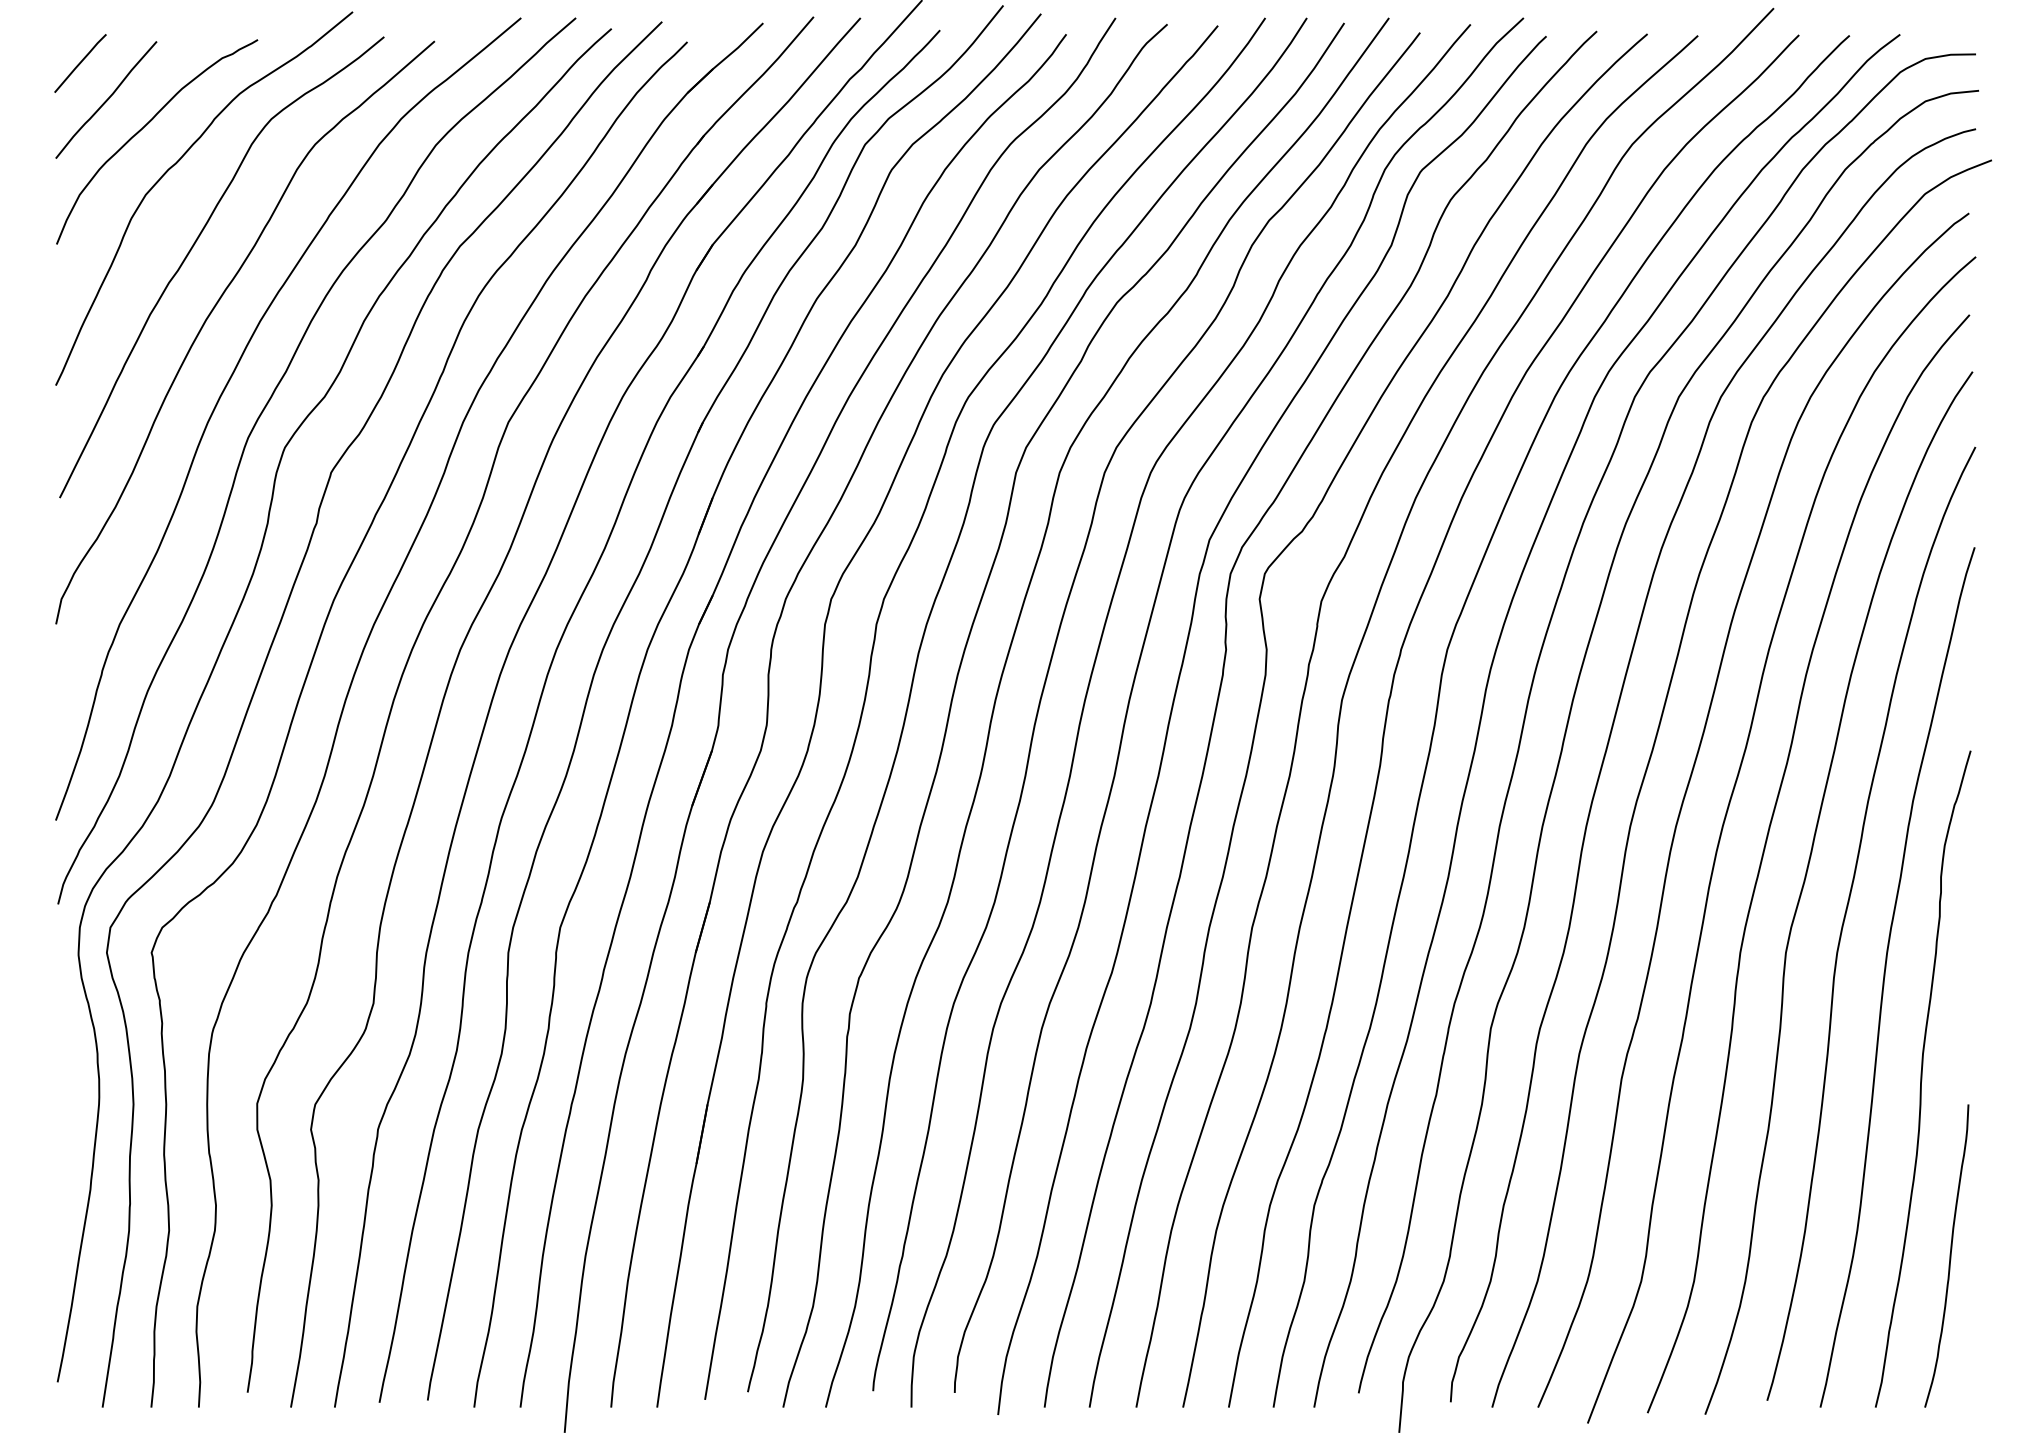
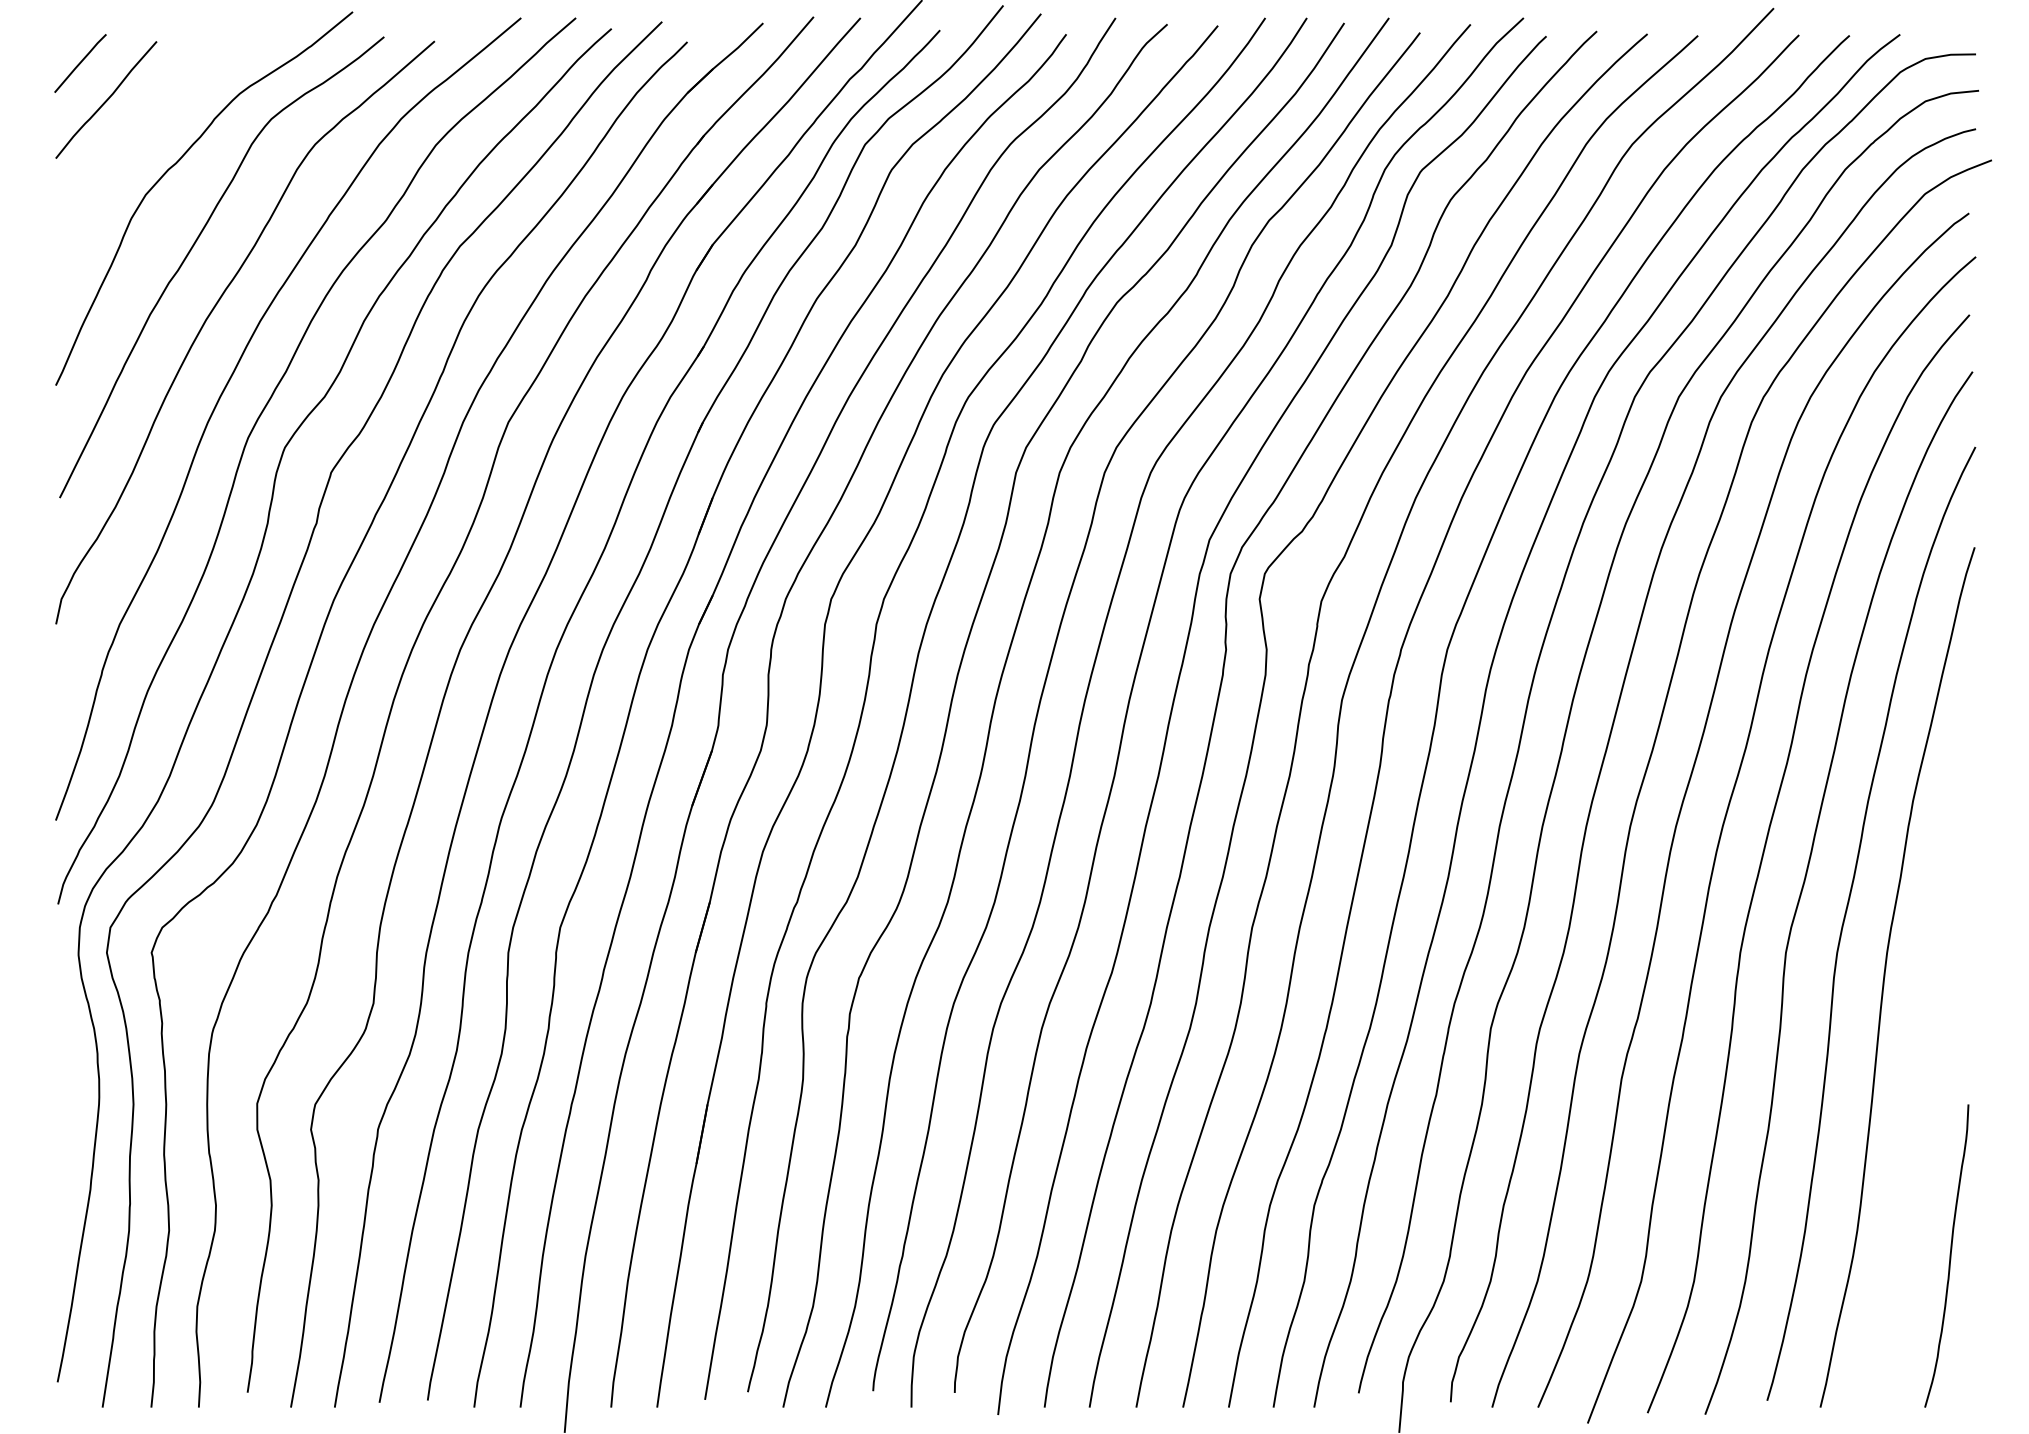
curve at (144, 127): present -> none
curve at (1922, 1078): present -> none
